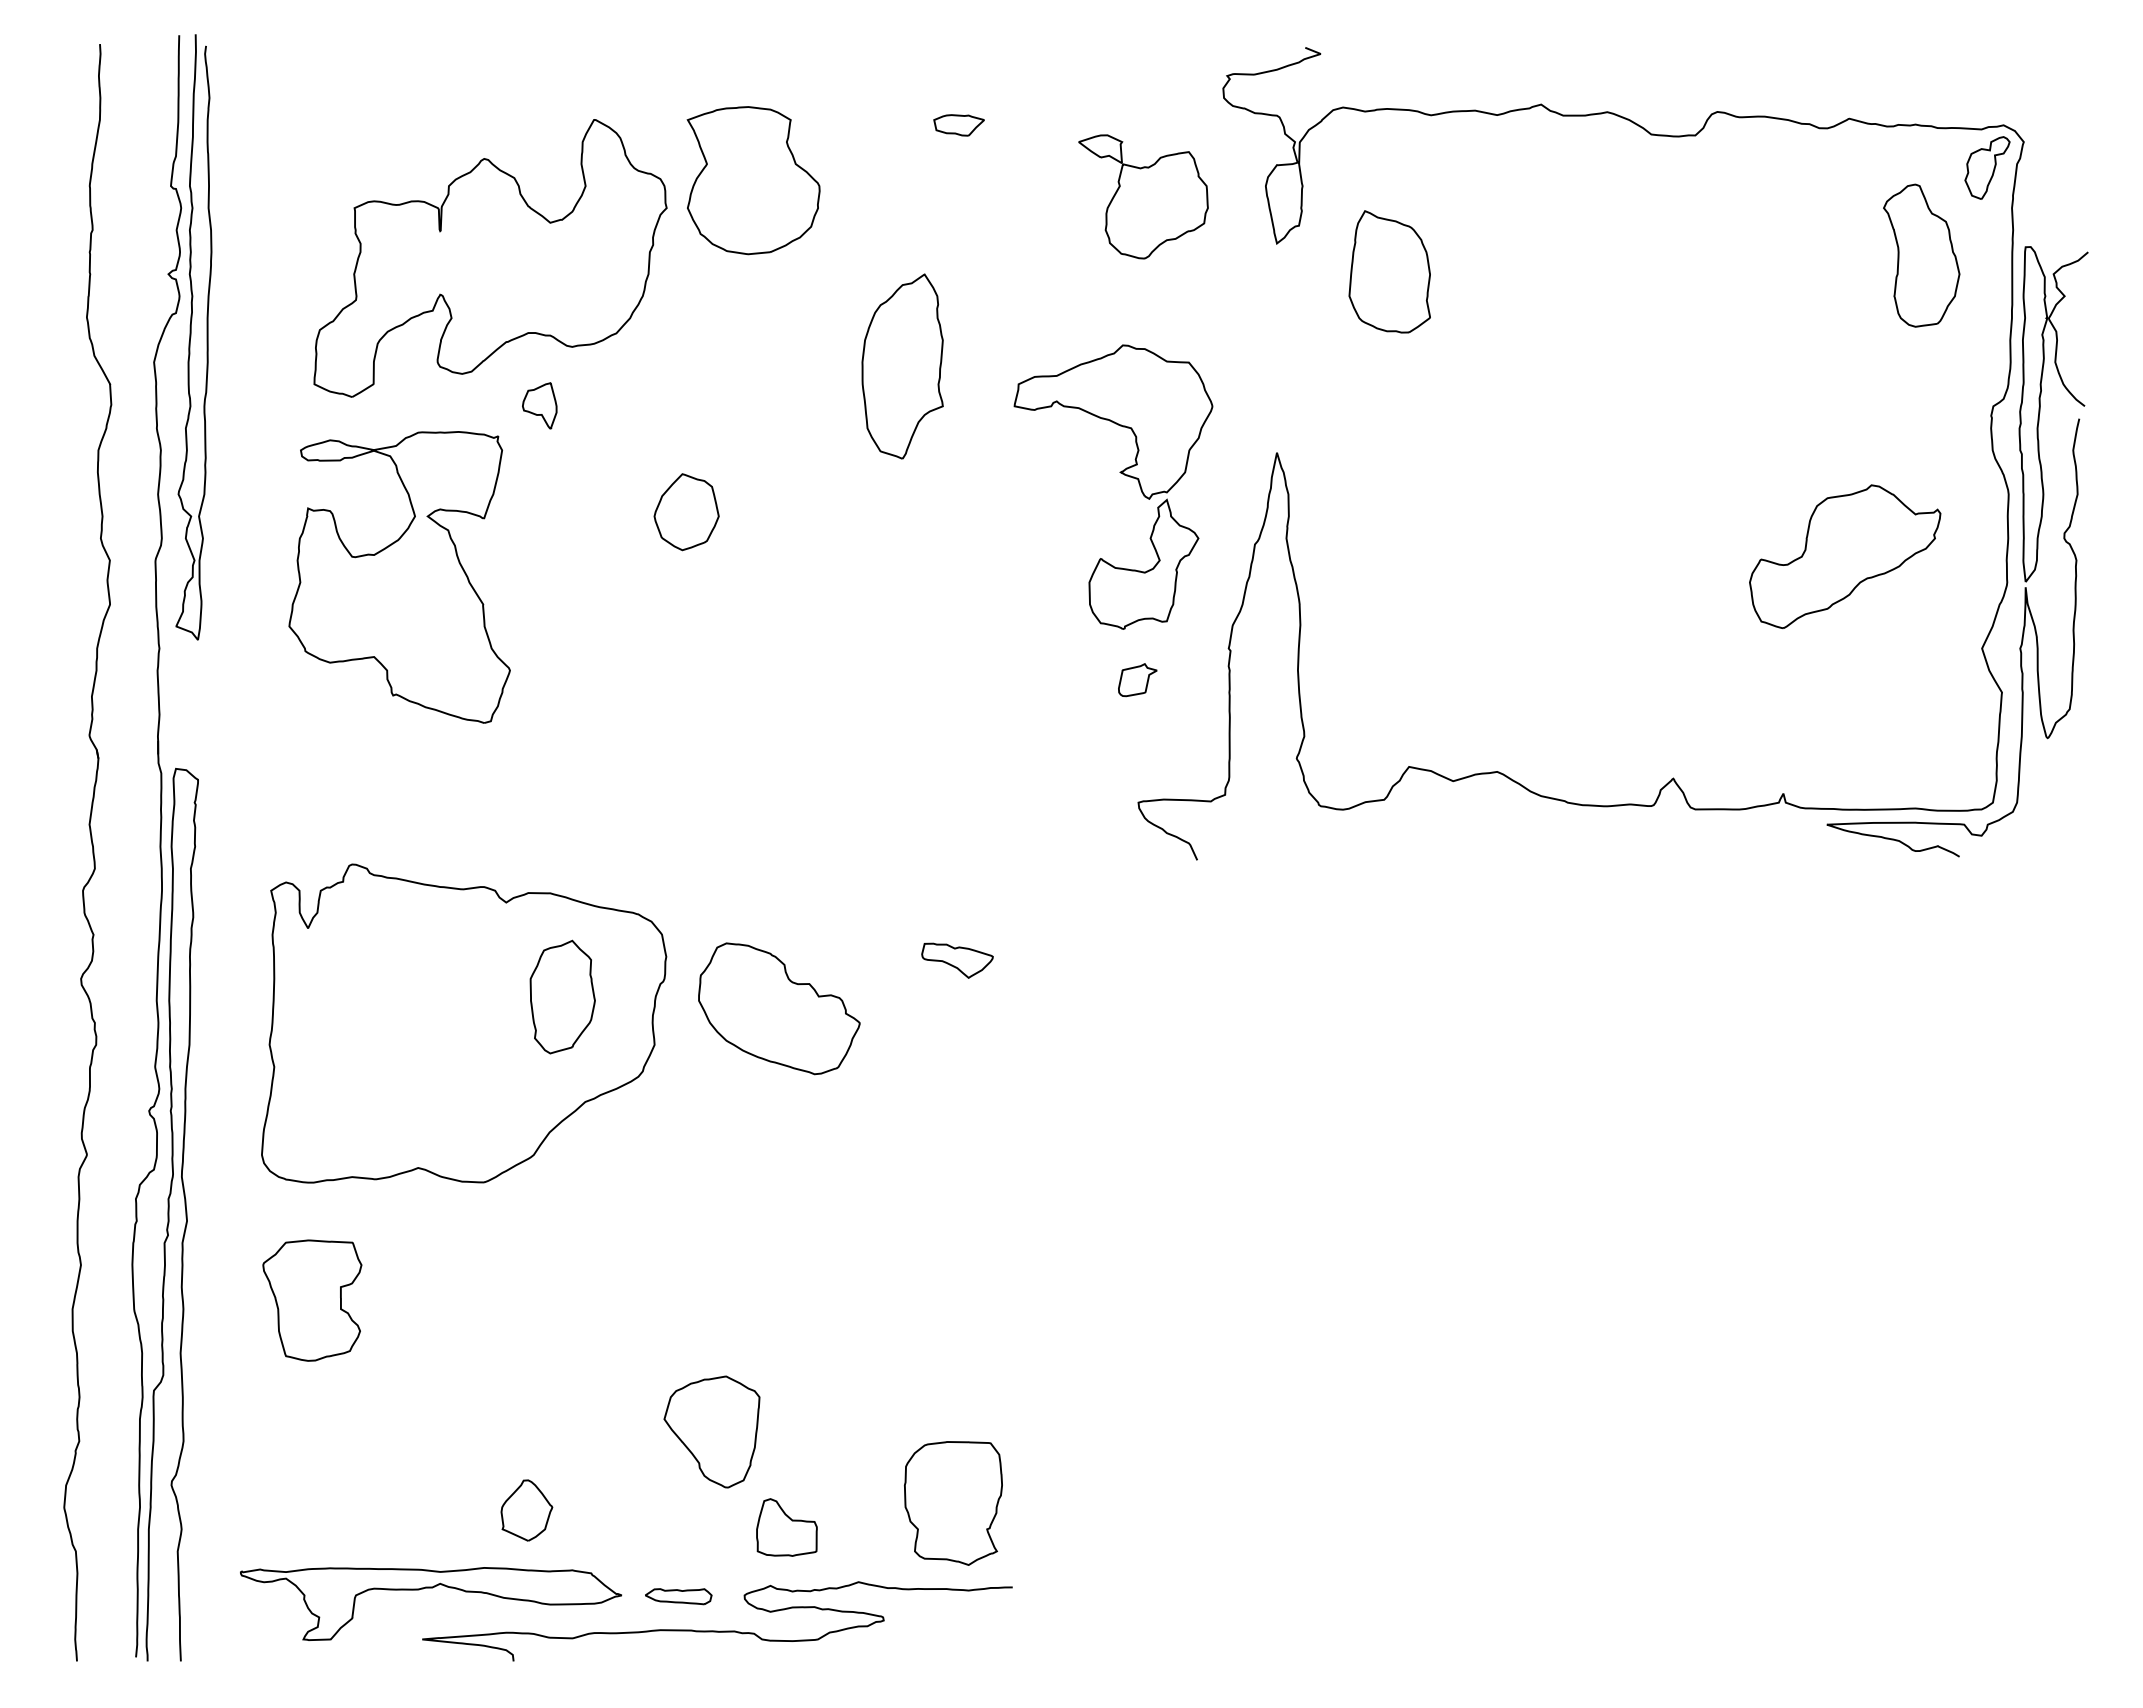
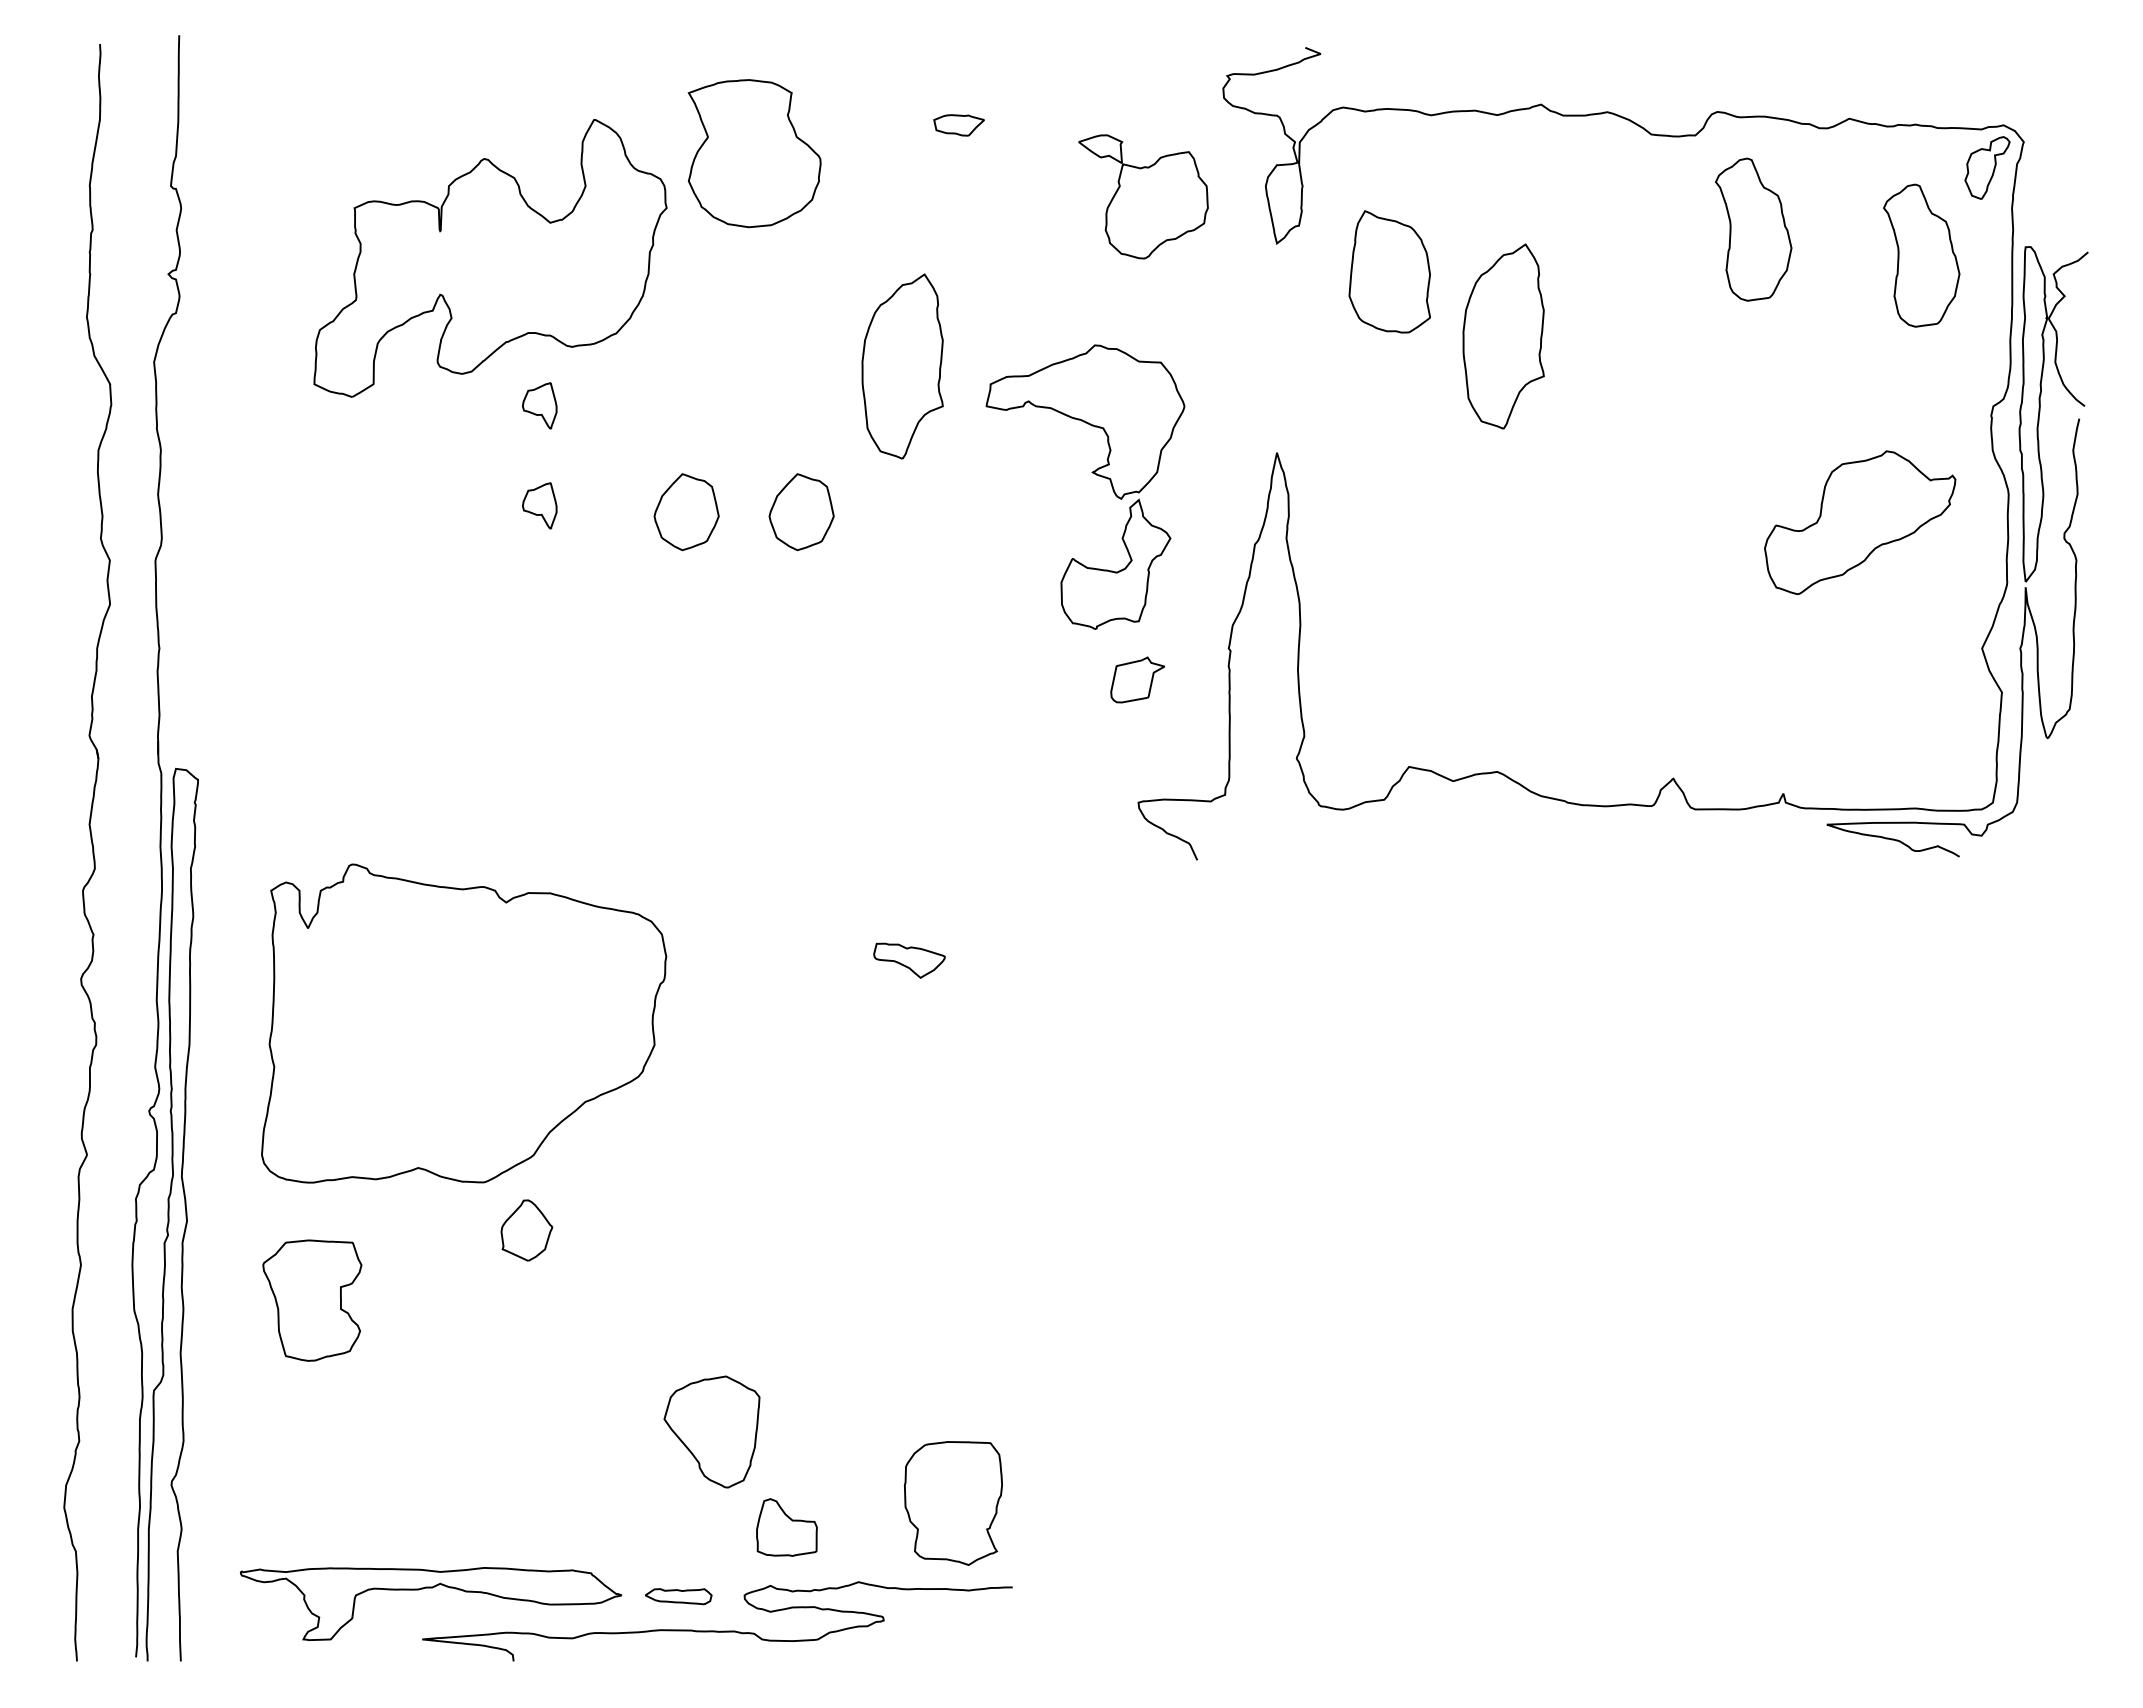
part at (753, 180) position: (753, 180) -> (754, 153)
part at (1753, 229): none -> present
part at (1503, 336): none -> present
curve at (191, 337): present -> none
part at (1120, 473) position: (1120, 473) -> (1092, 473)
part at (539, 505): none -> present
part at (801, 512): none -> present
part at (1845, 556) position: (1845, 556) -> (1860, 522)
part at (399, 577): present -> none
part at (1137, 680) size: 40x35 px -> 55x48 px
part at (957, 960) position: (957, 960) -> (909, 960)
part at (562, 996): present -> none
part at (779, 1008): present -> none
part at (526, 1510) position: (526, 1510) -> (526, 1230)
